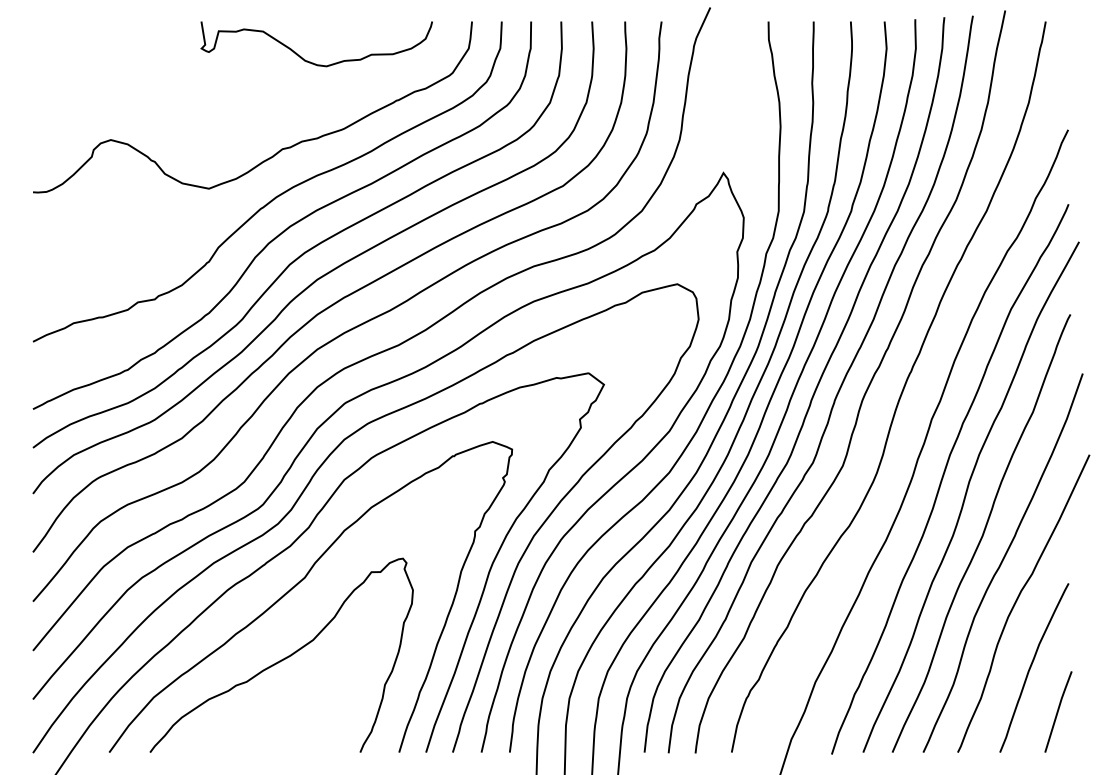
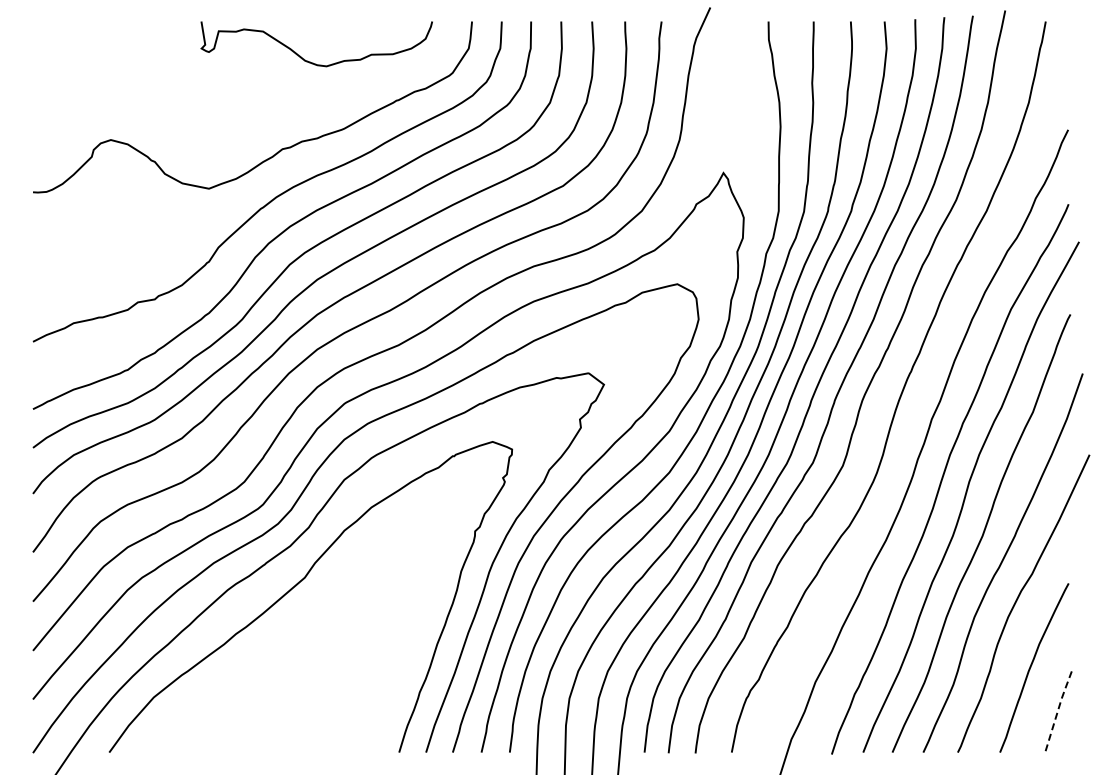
curve at (284, 657): present -> none
line at (1057, 710): solid -> dashed
